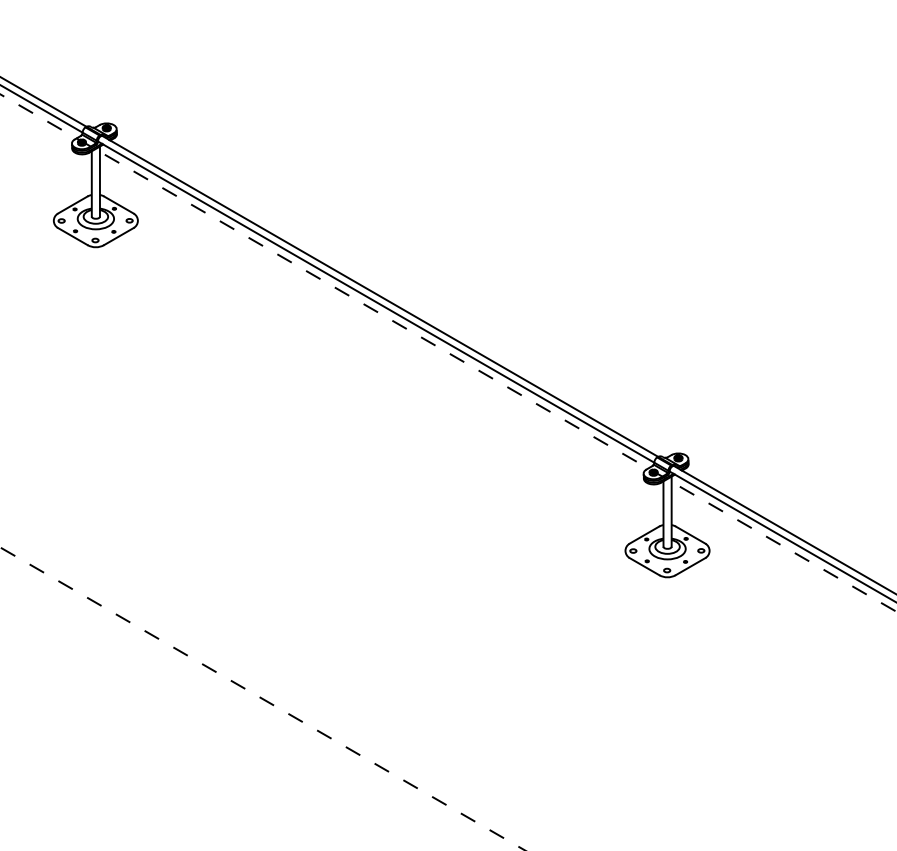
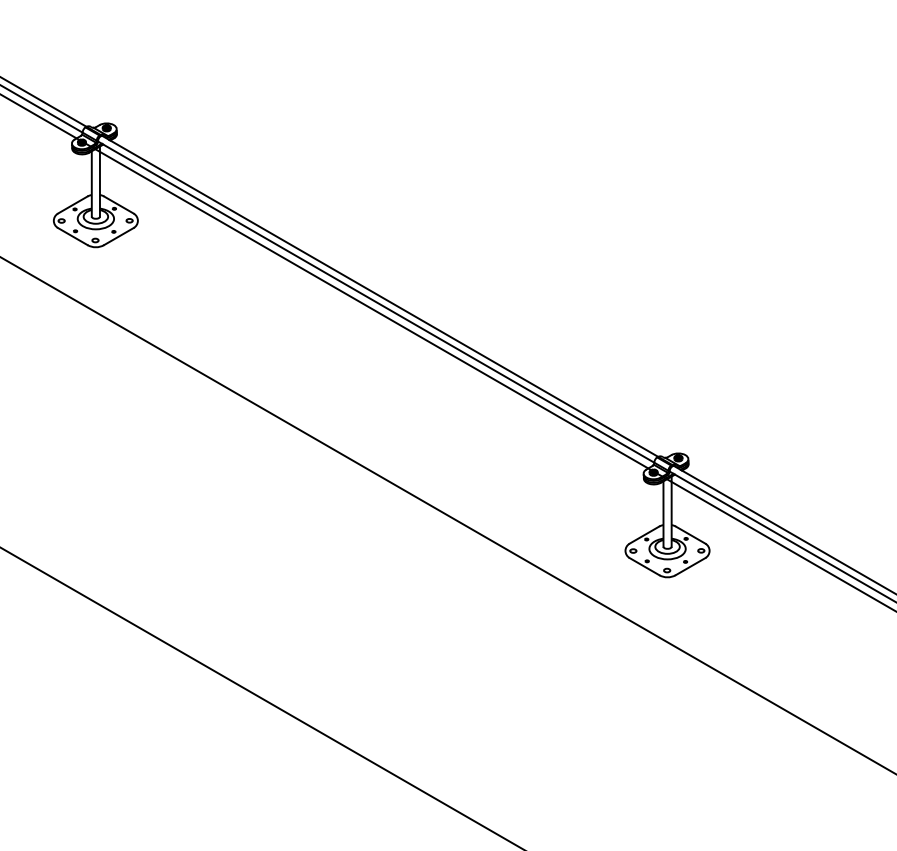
line at (448, 352): dashed -> solid
line at (447, 515): none -> present
line at (262, 698): dashed -> solid
